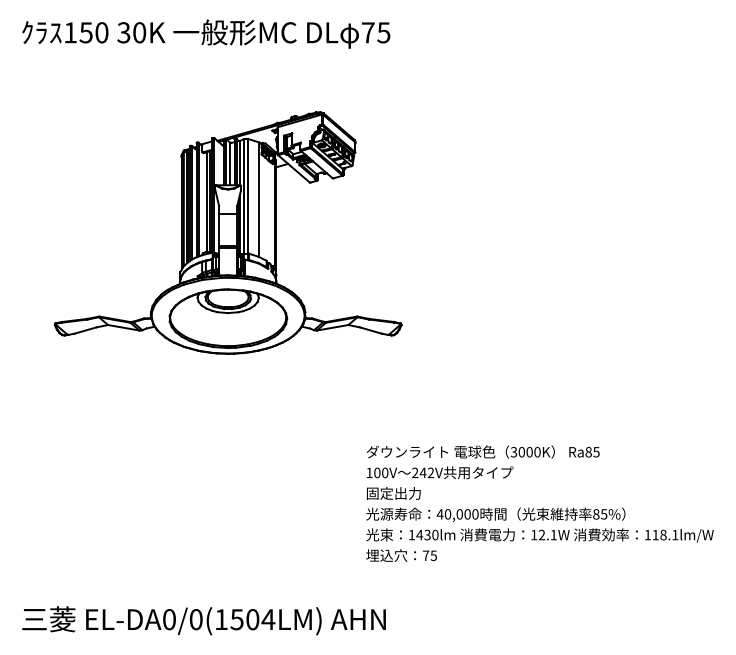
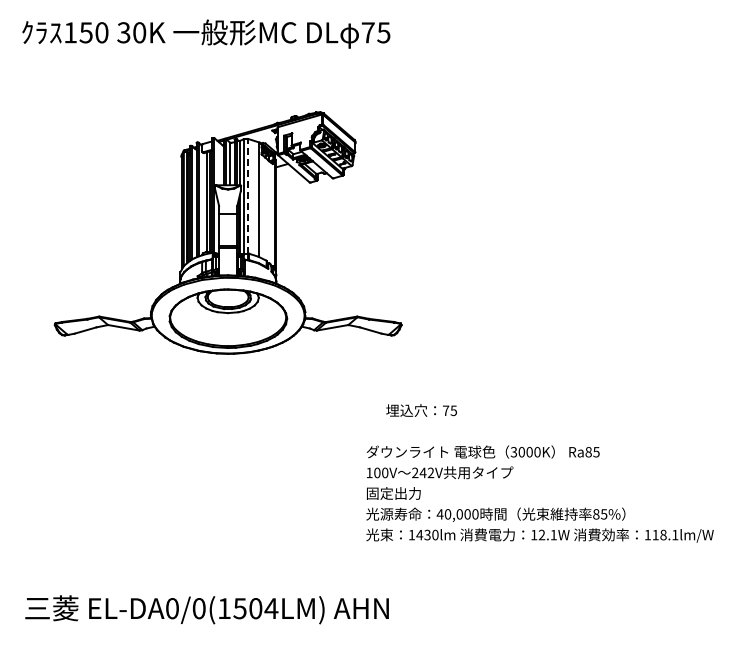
line at (248, 195): solid -> dashed
text at (401, 555) position: (401, 555) -> (421, 410)
text at (203, 620) position: (203, 620) -> (206, 609)
